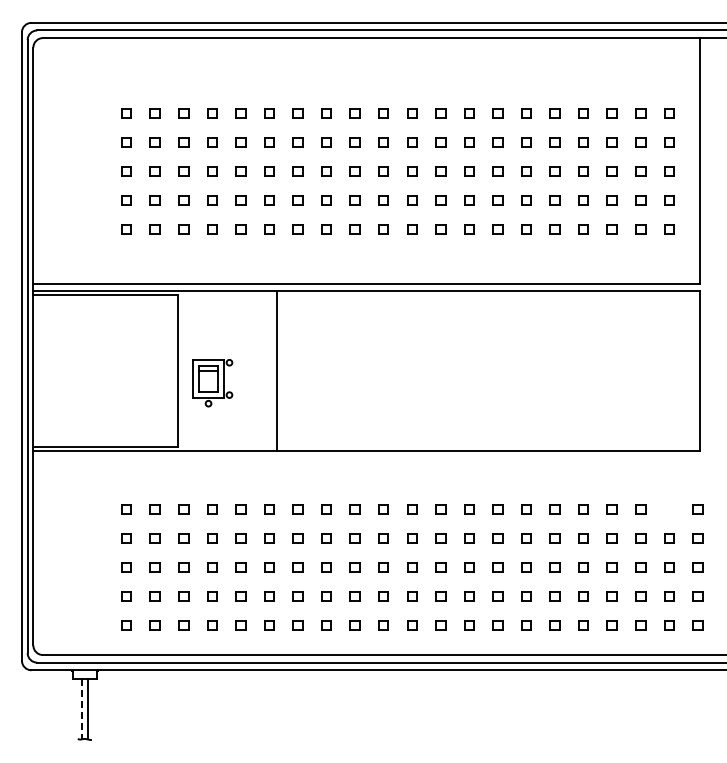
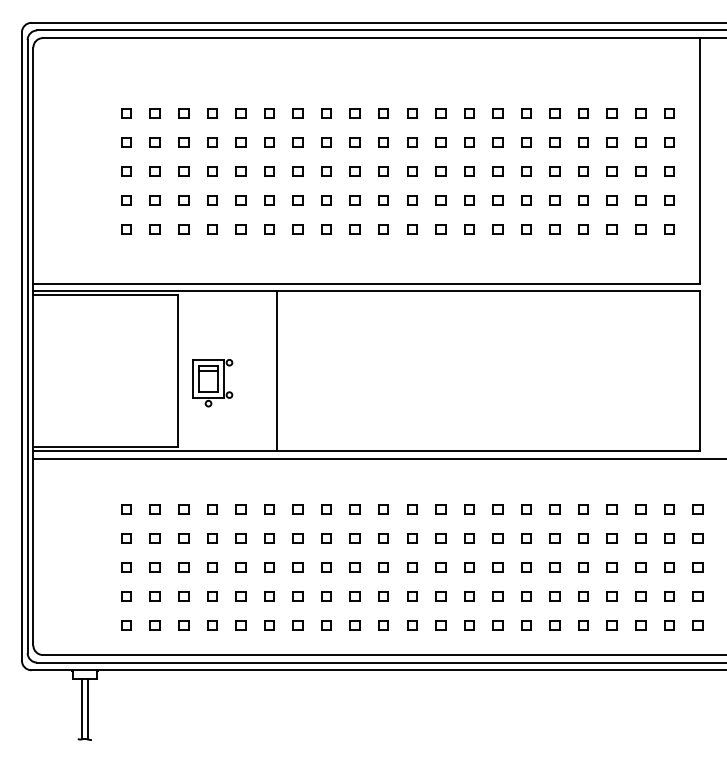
line at (378, 458): none -> present
part at (669, 509): none -> present
line at (81, 709): dashed -> solid
